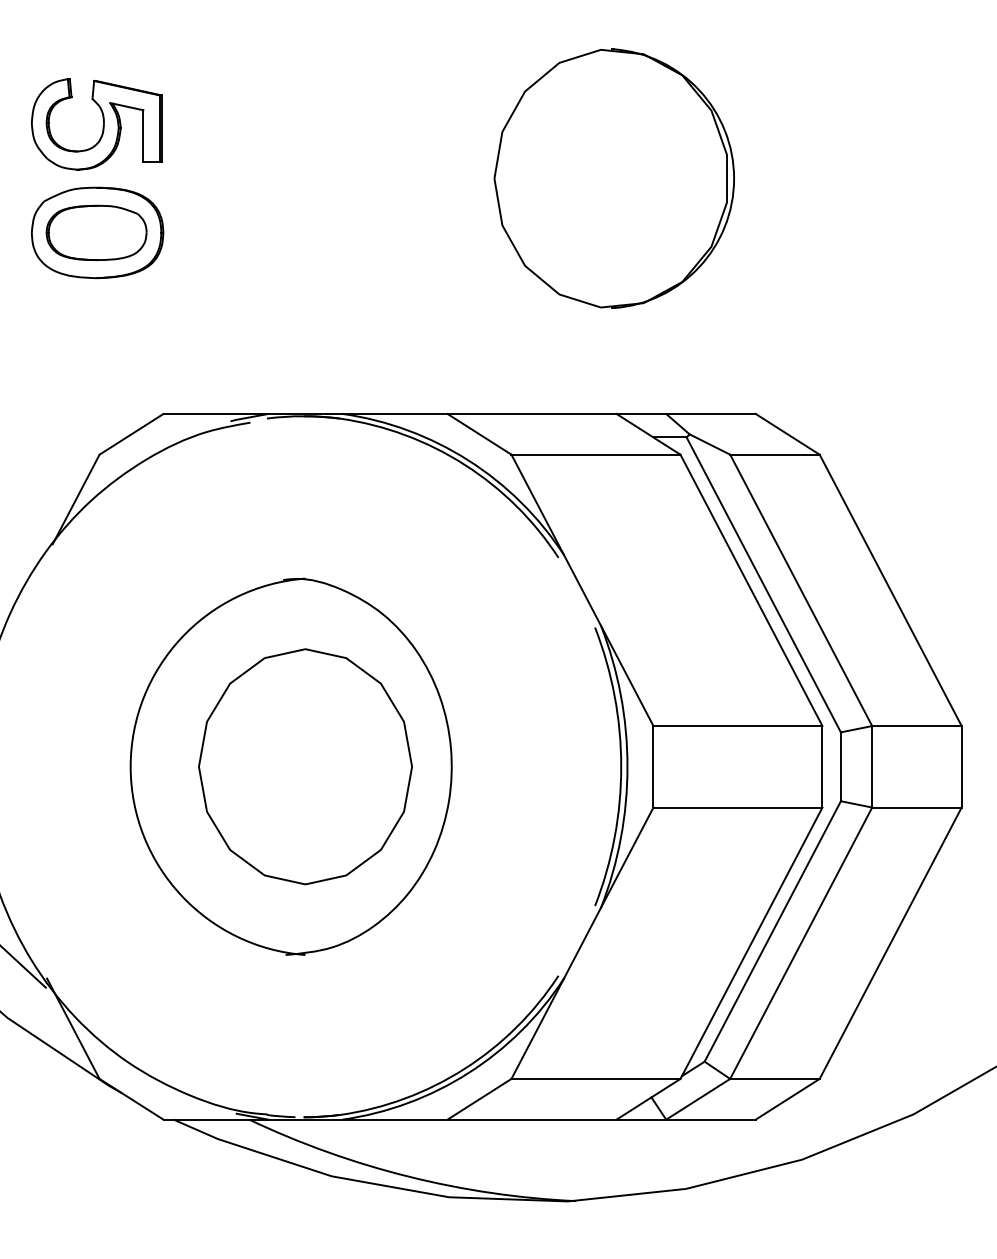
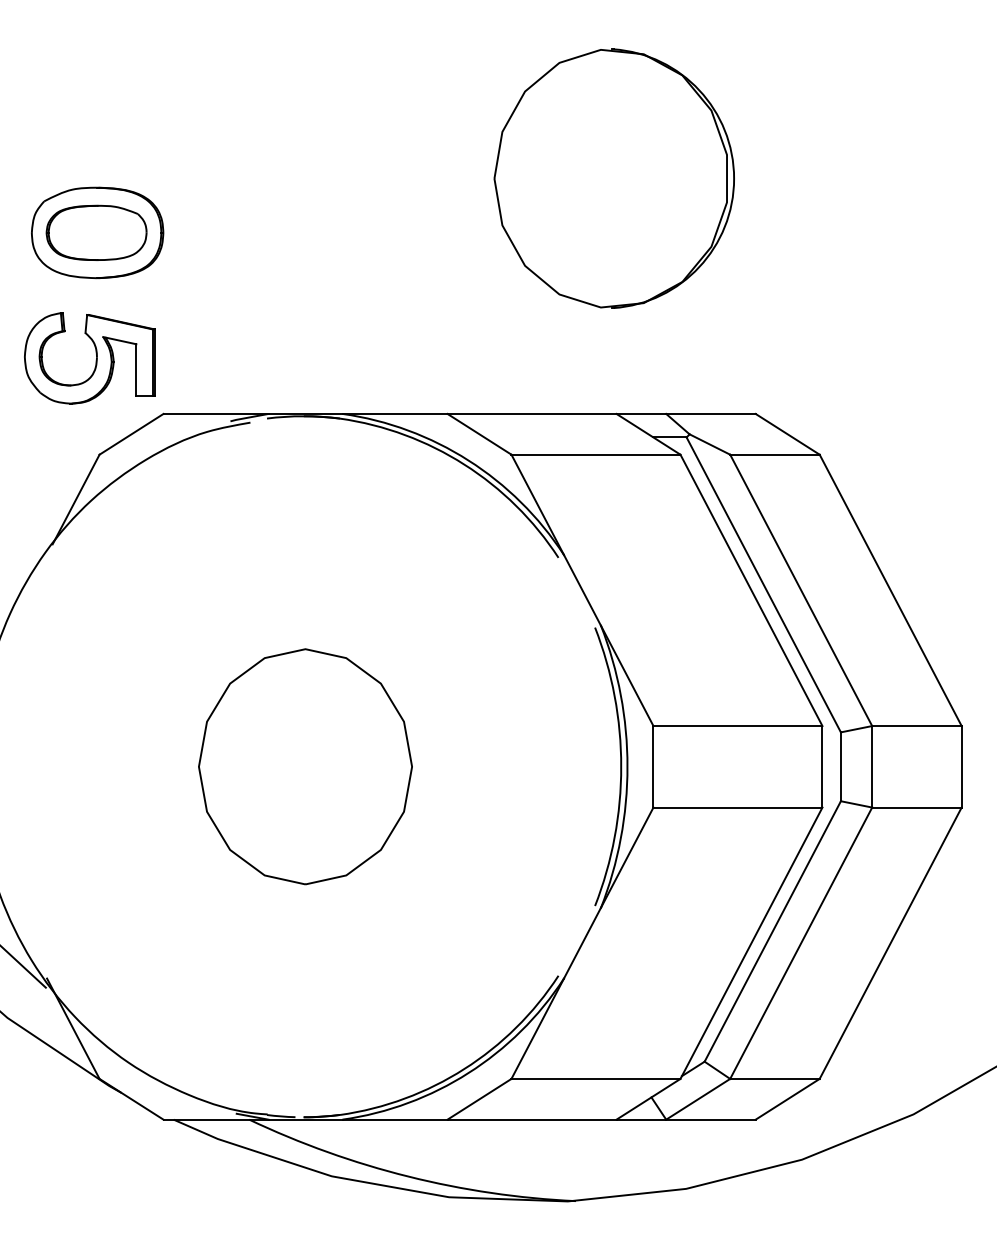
part at (102, 126) position: (102, 126) -> (95, 360)
part at (290, 766): present -> none
